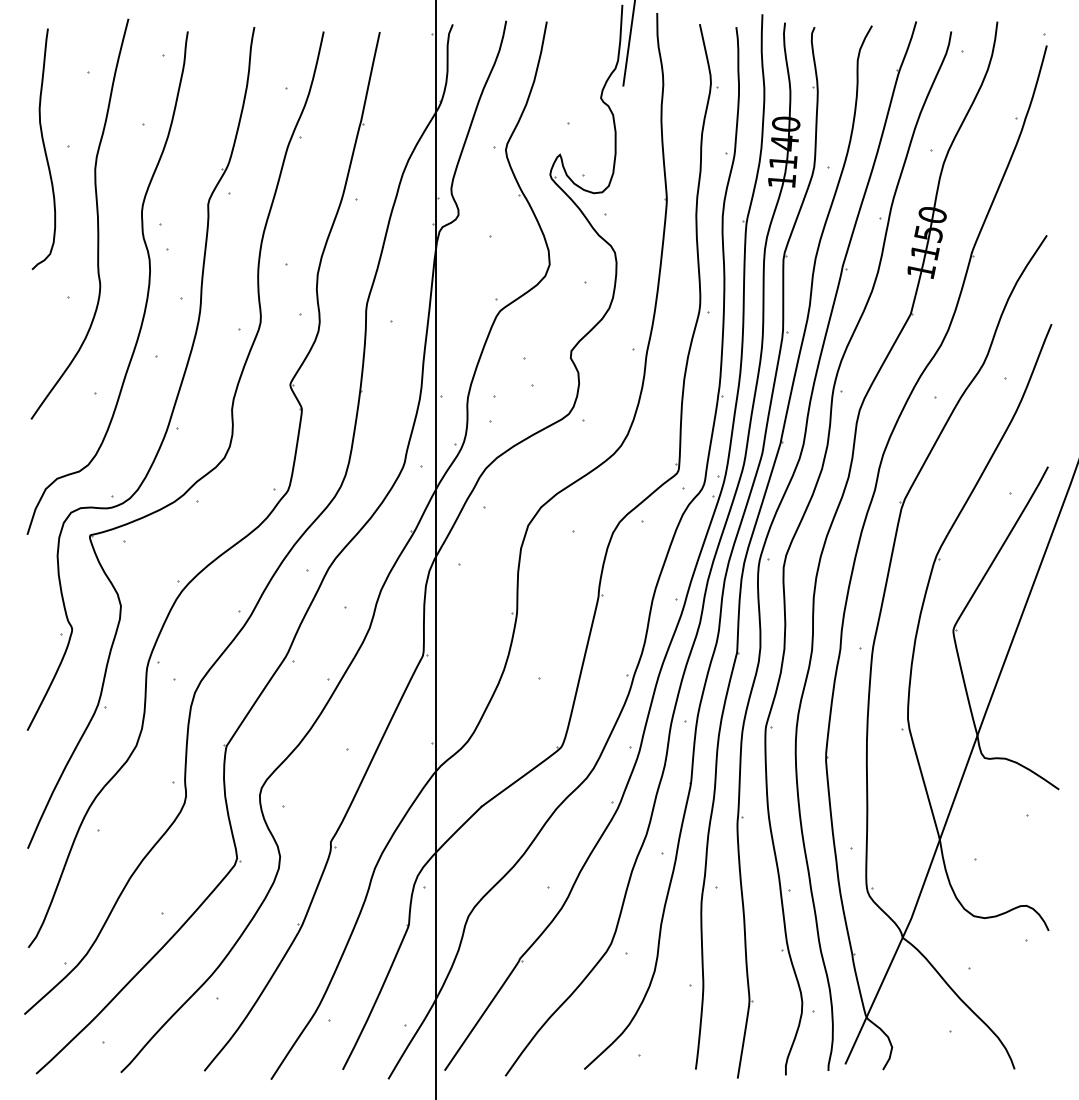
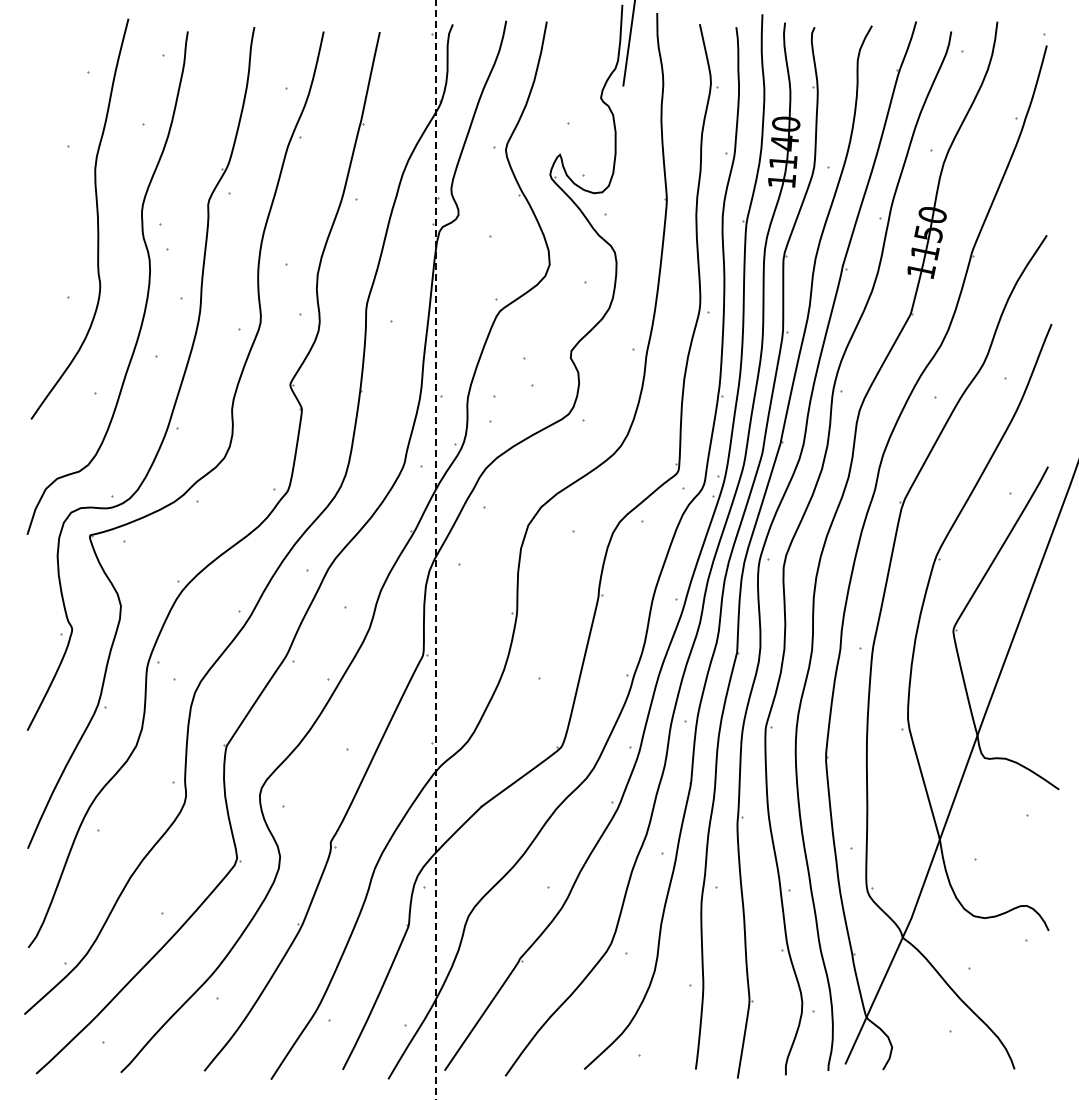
curve at (43, 148): present -> none
line at (436, 549): solid -> dashed
